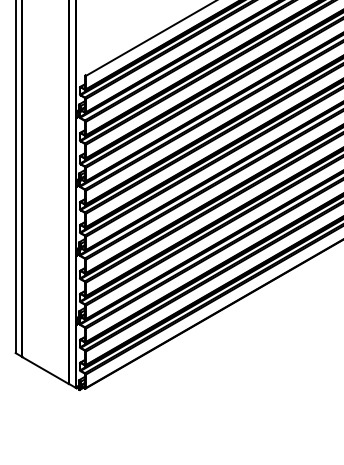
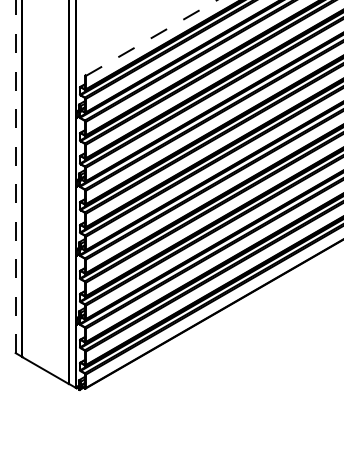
line at (151, 38): solid -> dashed
line at (15, 176): solid -> dashed
